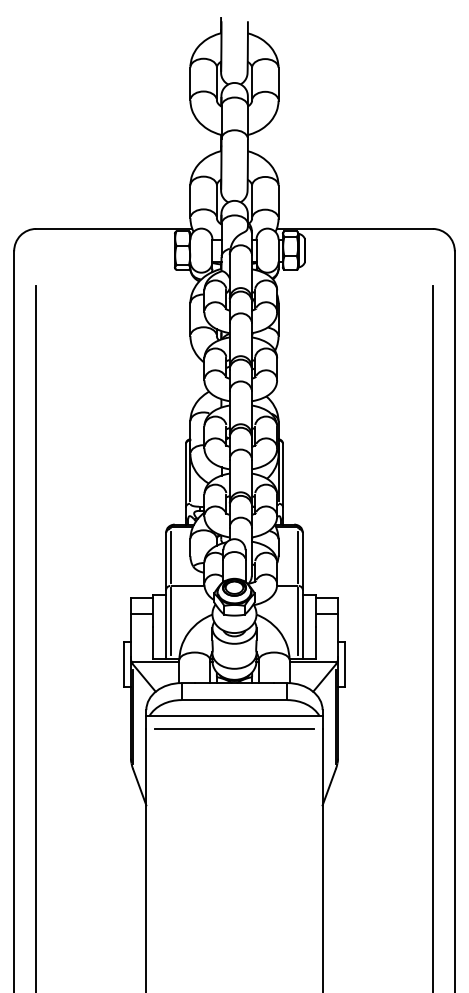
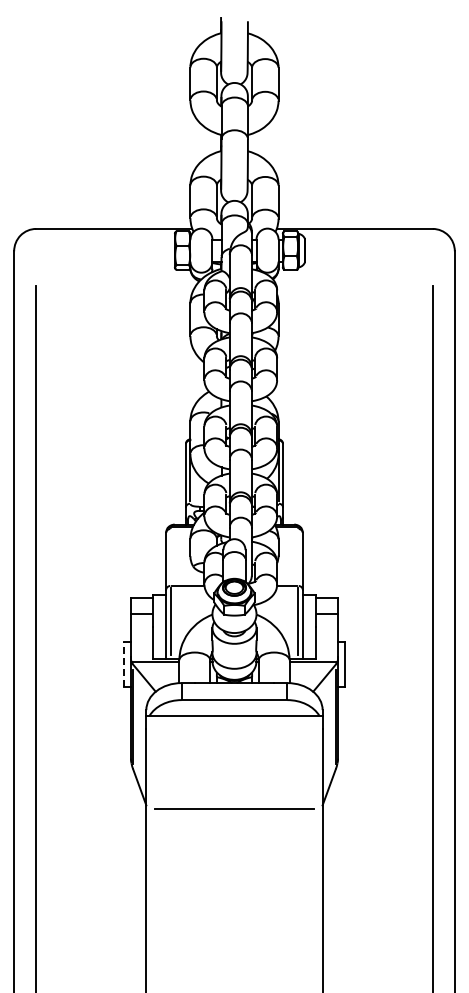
line at (170, 557): present -> none
line at (298, 557): present -> none
line at (124, 663): solid -> dashed
line at (234, 728) position: (234, 728) -> (234, 808)
